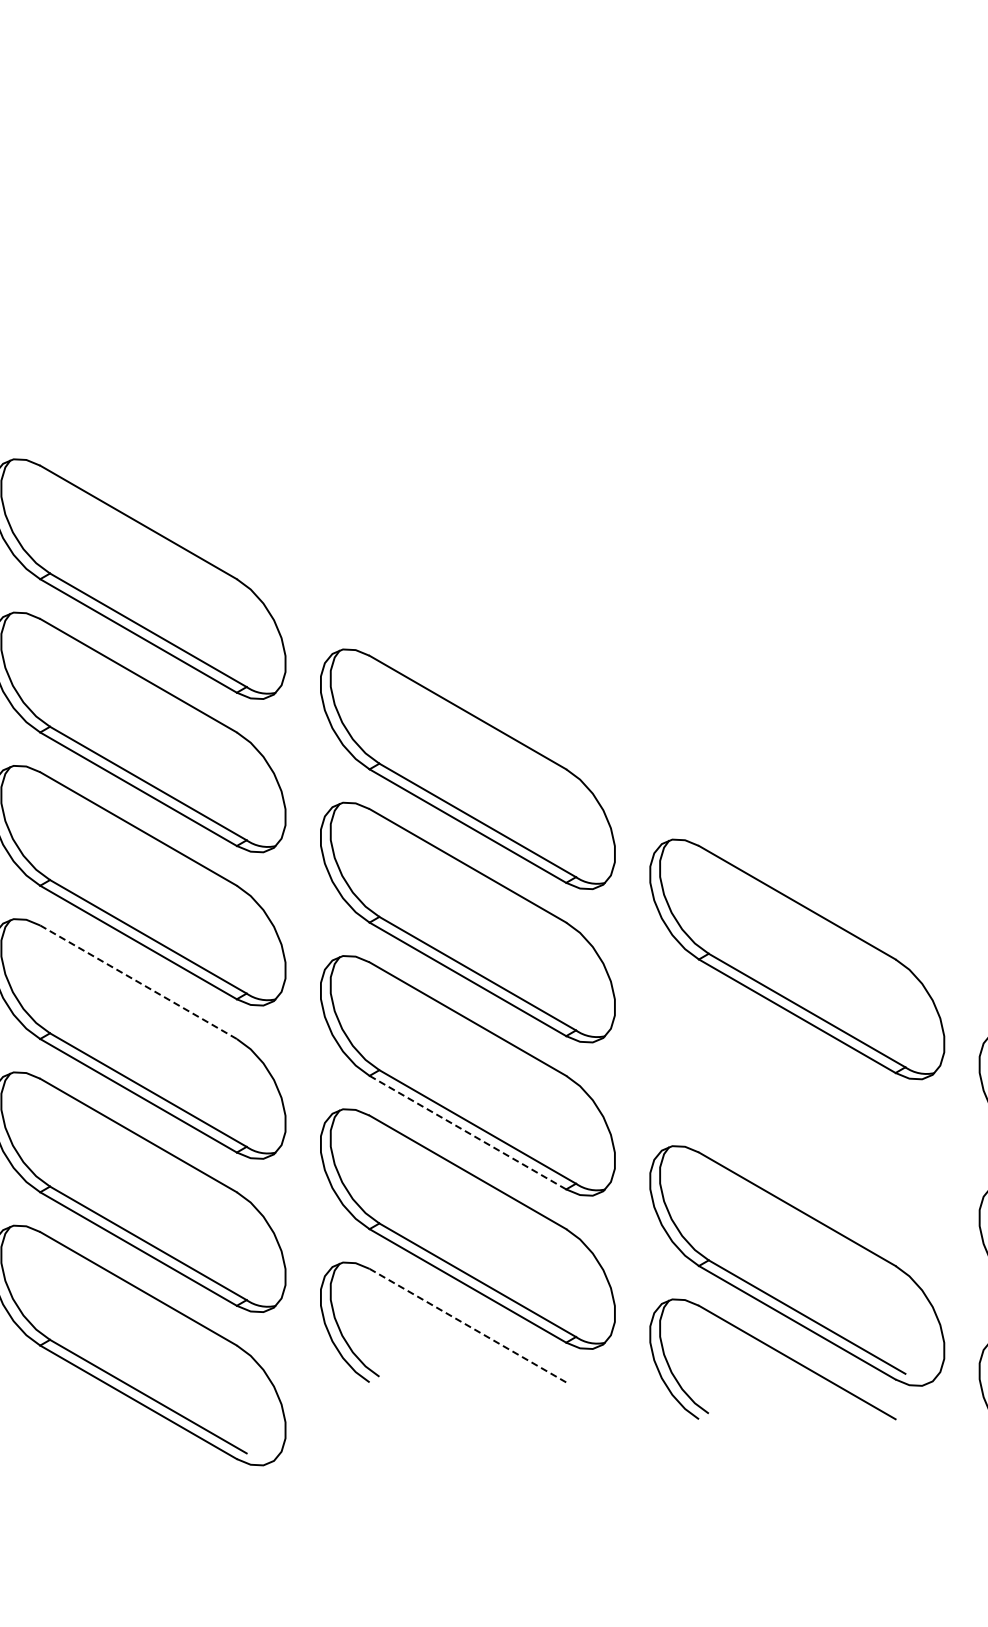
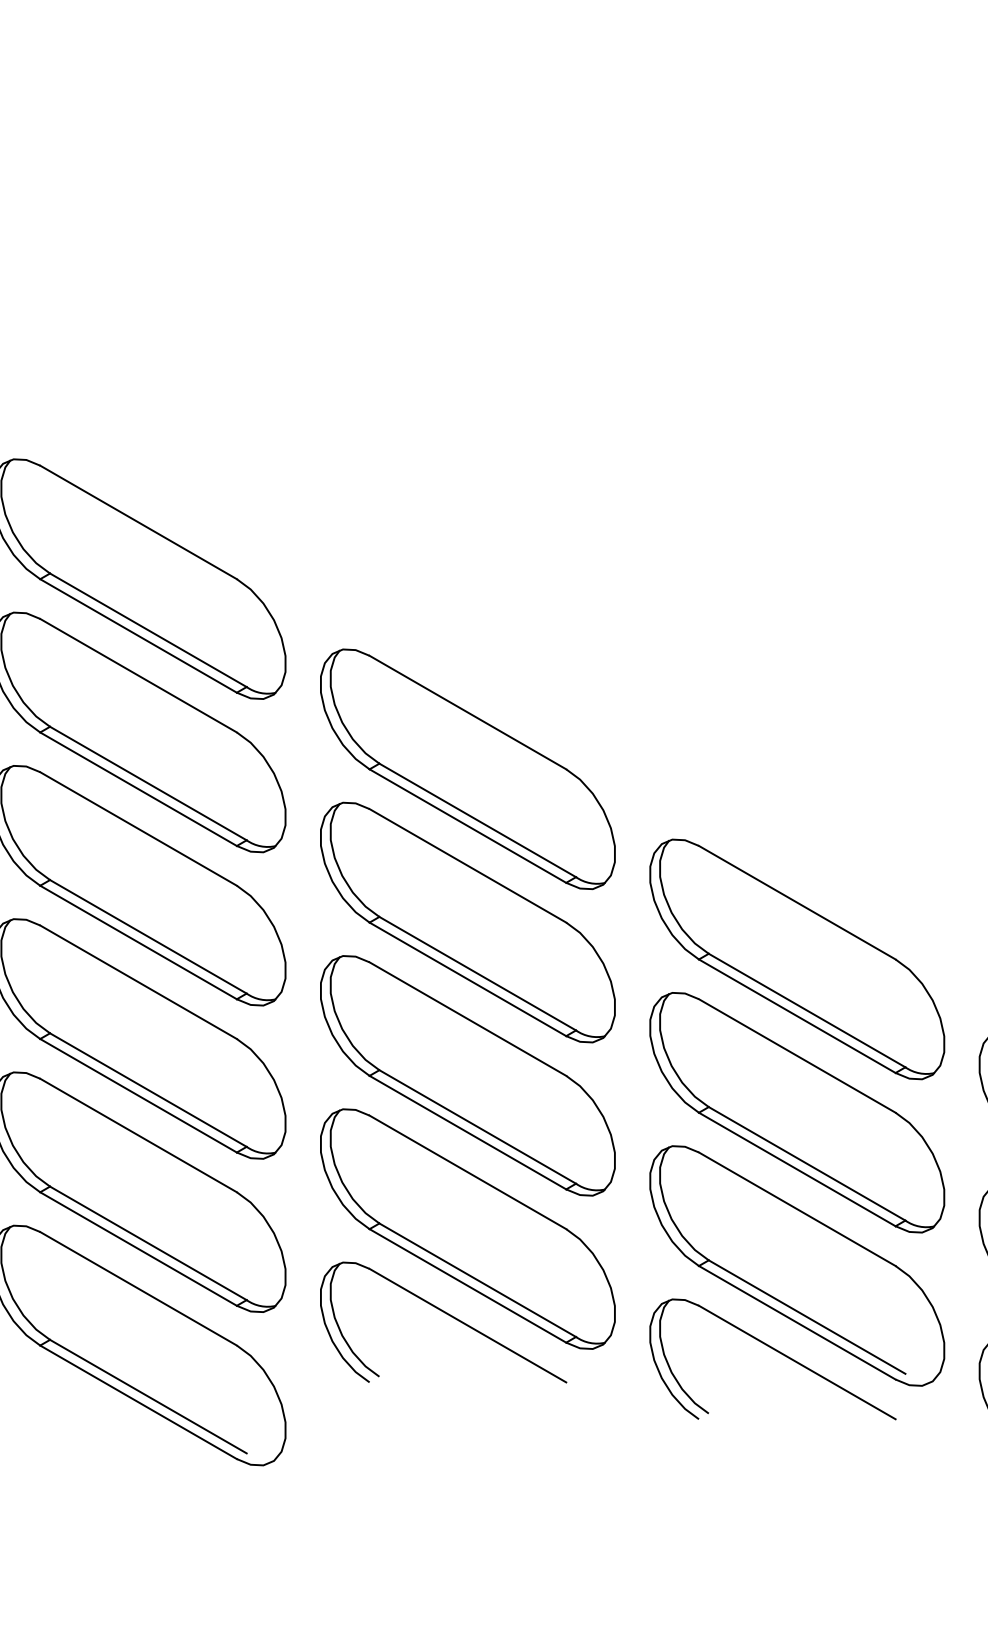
line at (138, 982): dashed -> solid
part at (797, 1112): none -> present
line at (467, 1132): dashed -> solid
line at (467, 1325): dashed -> solid
